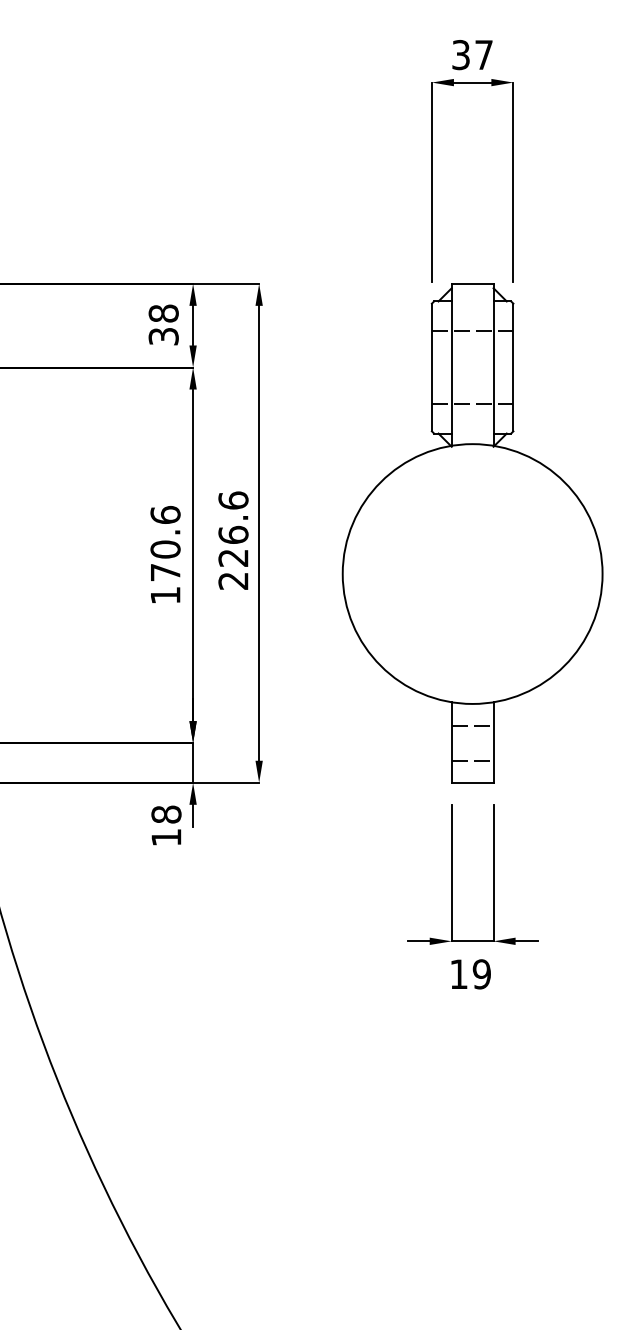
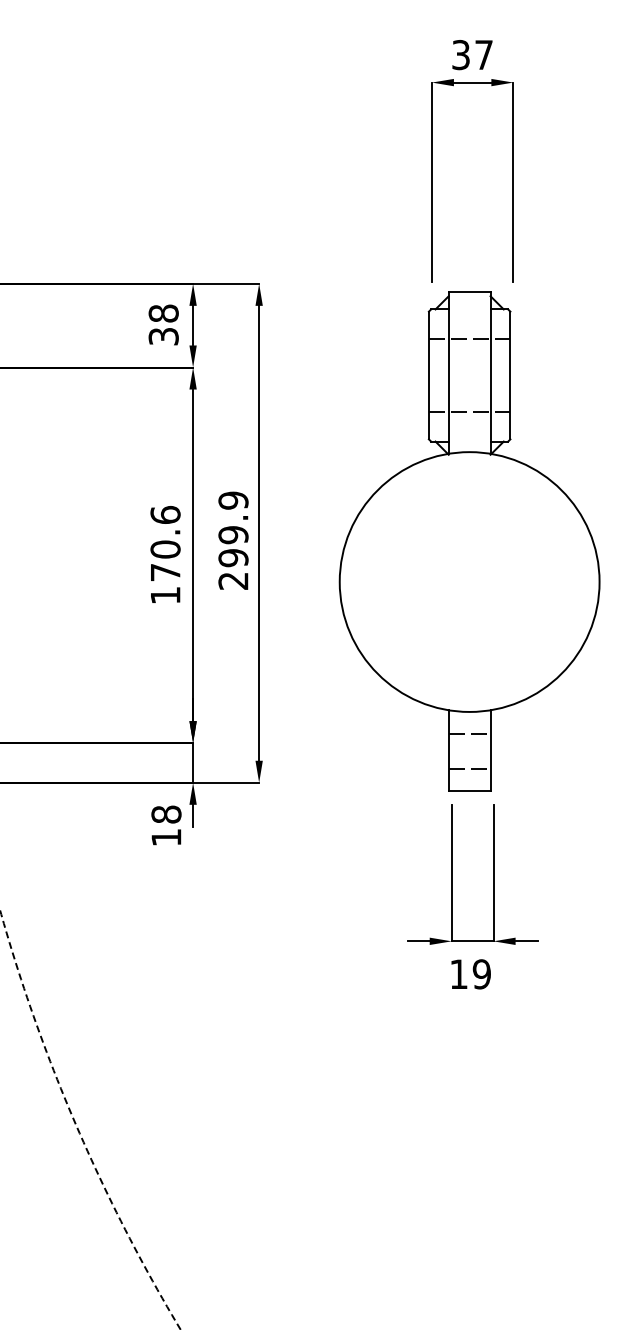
text at (233, 529): 226.6 -> 299.9
part at (472, 533) position: (472, 533) -> (469, 541)
arc at (76, 1125): solid -> dashed
